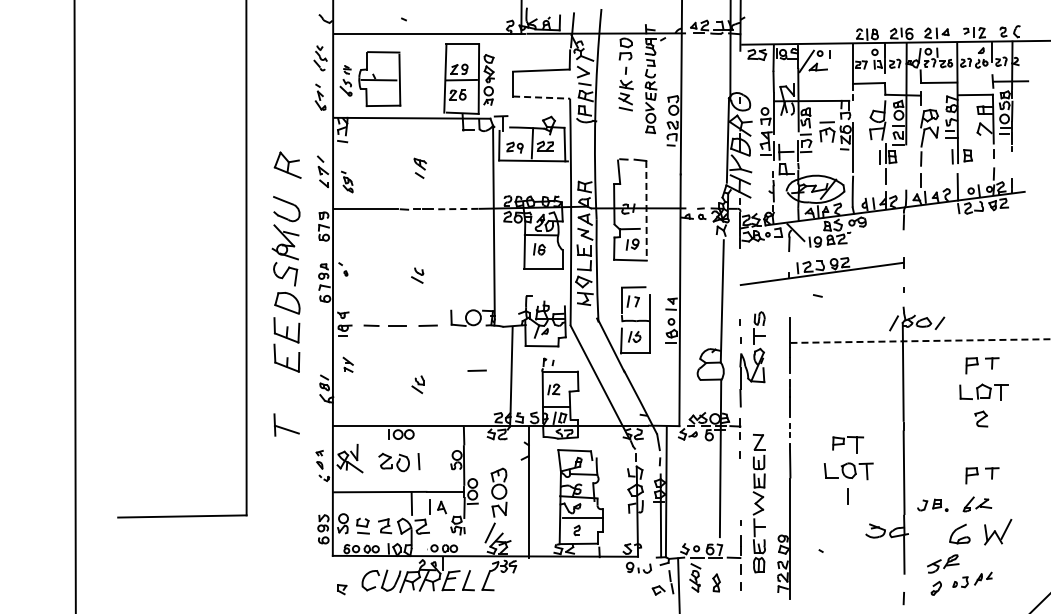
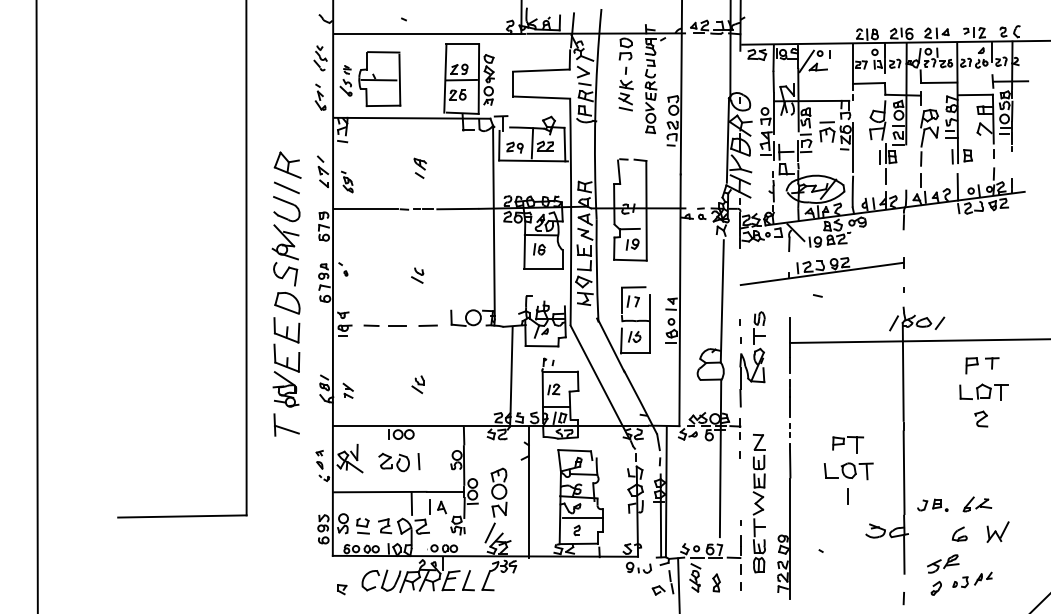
line at (541, 97): dashed -> solid
line at (286, 187): none -> present
line at (457, 209): dashed -> solid
line at (646, 210): dashed -> solid
line at (74, 306) position: (74, 306) -> (36, 306)
line at (920, 341): dashed -> solid
part at (347, 364) position: (347, 364) -> (347, 390)
line at (476, 370): present -> none
part at (285, 389): none -> present
part at (982, 475): present -> none
part at (998, 532) size: 29x27 px -> 24x22 px
part at (959, 533) size: 22x22 px -> 17x16 px
